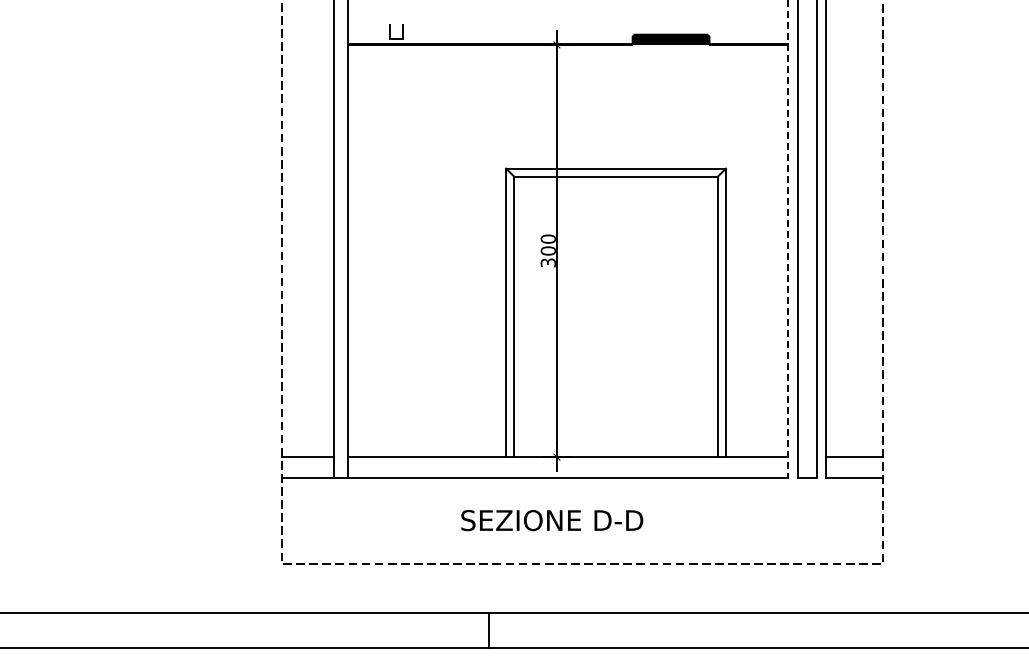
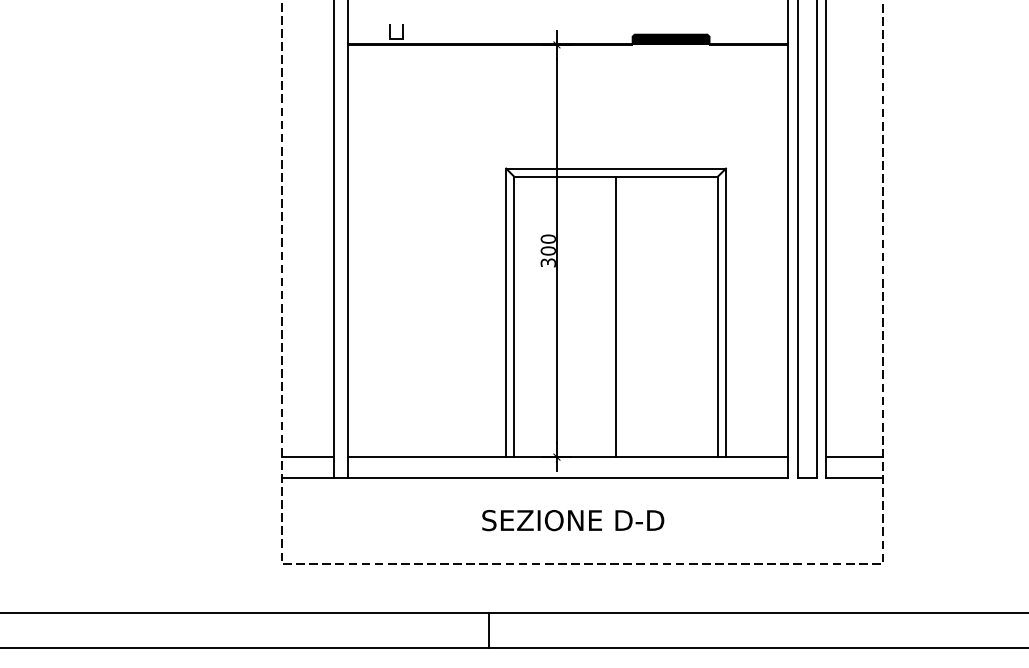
line at (787, 239): dashed -> solid
line at (616, 316): none -> present
text at (552, 520) position: (552, 520) -> (573, 520)
